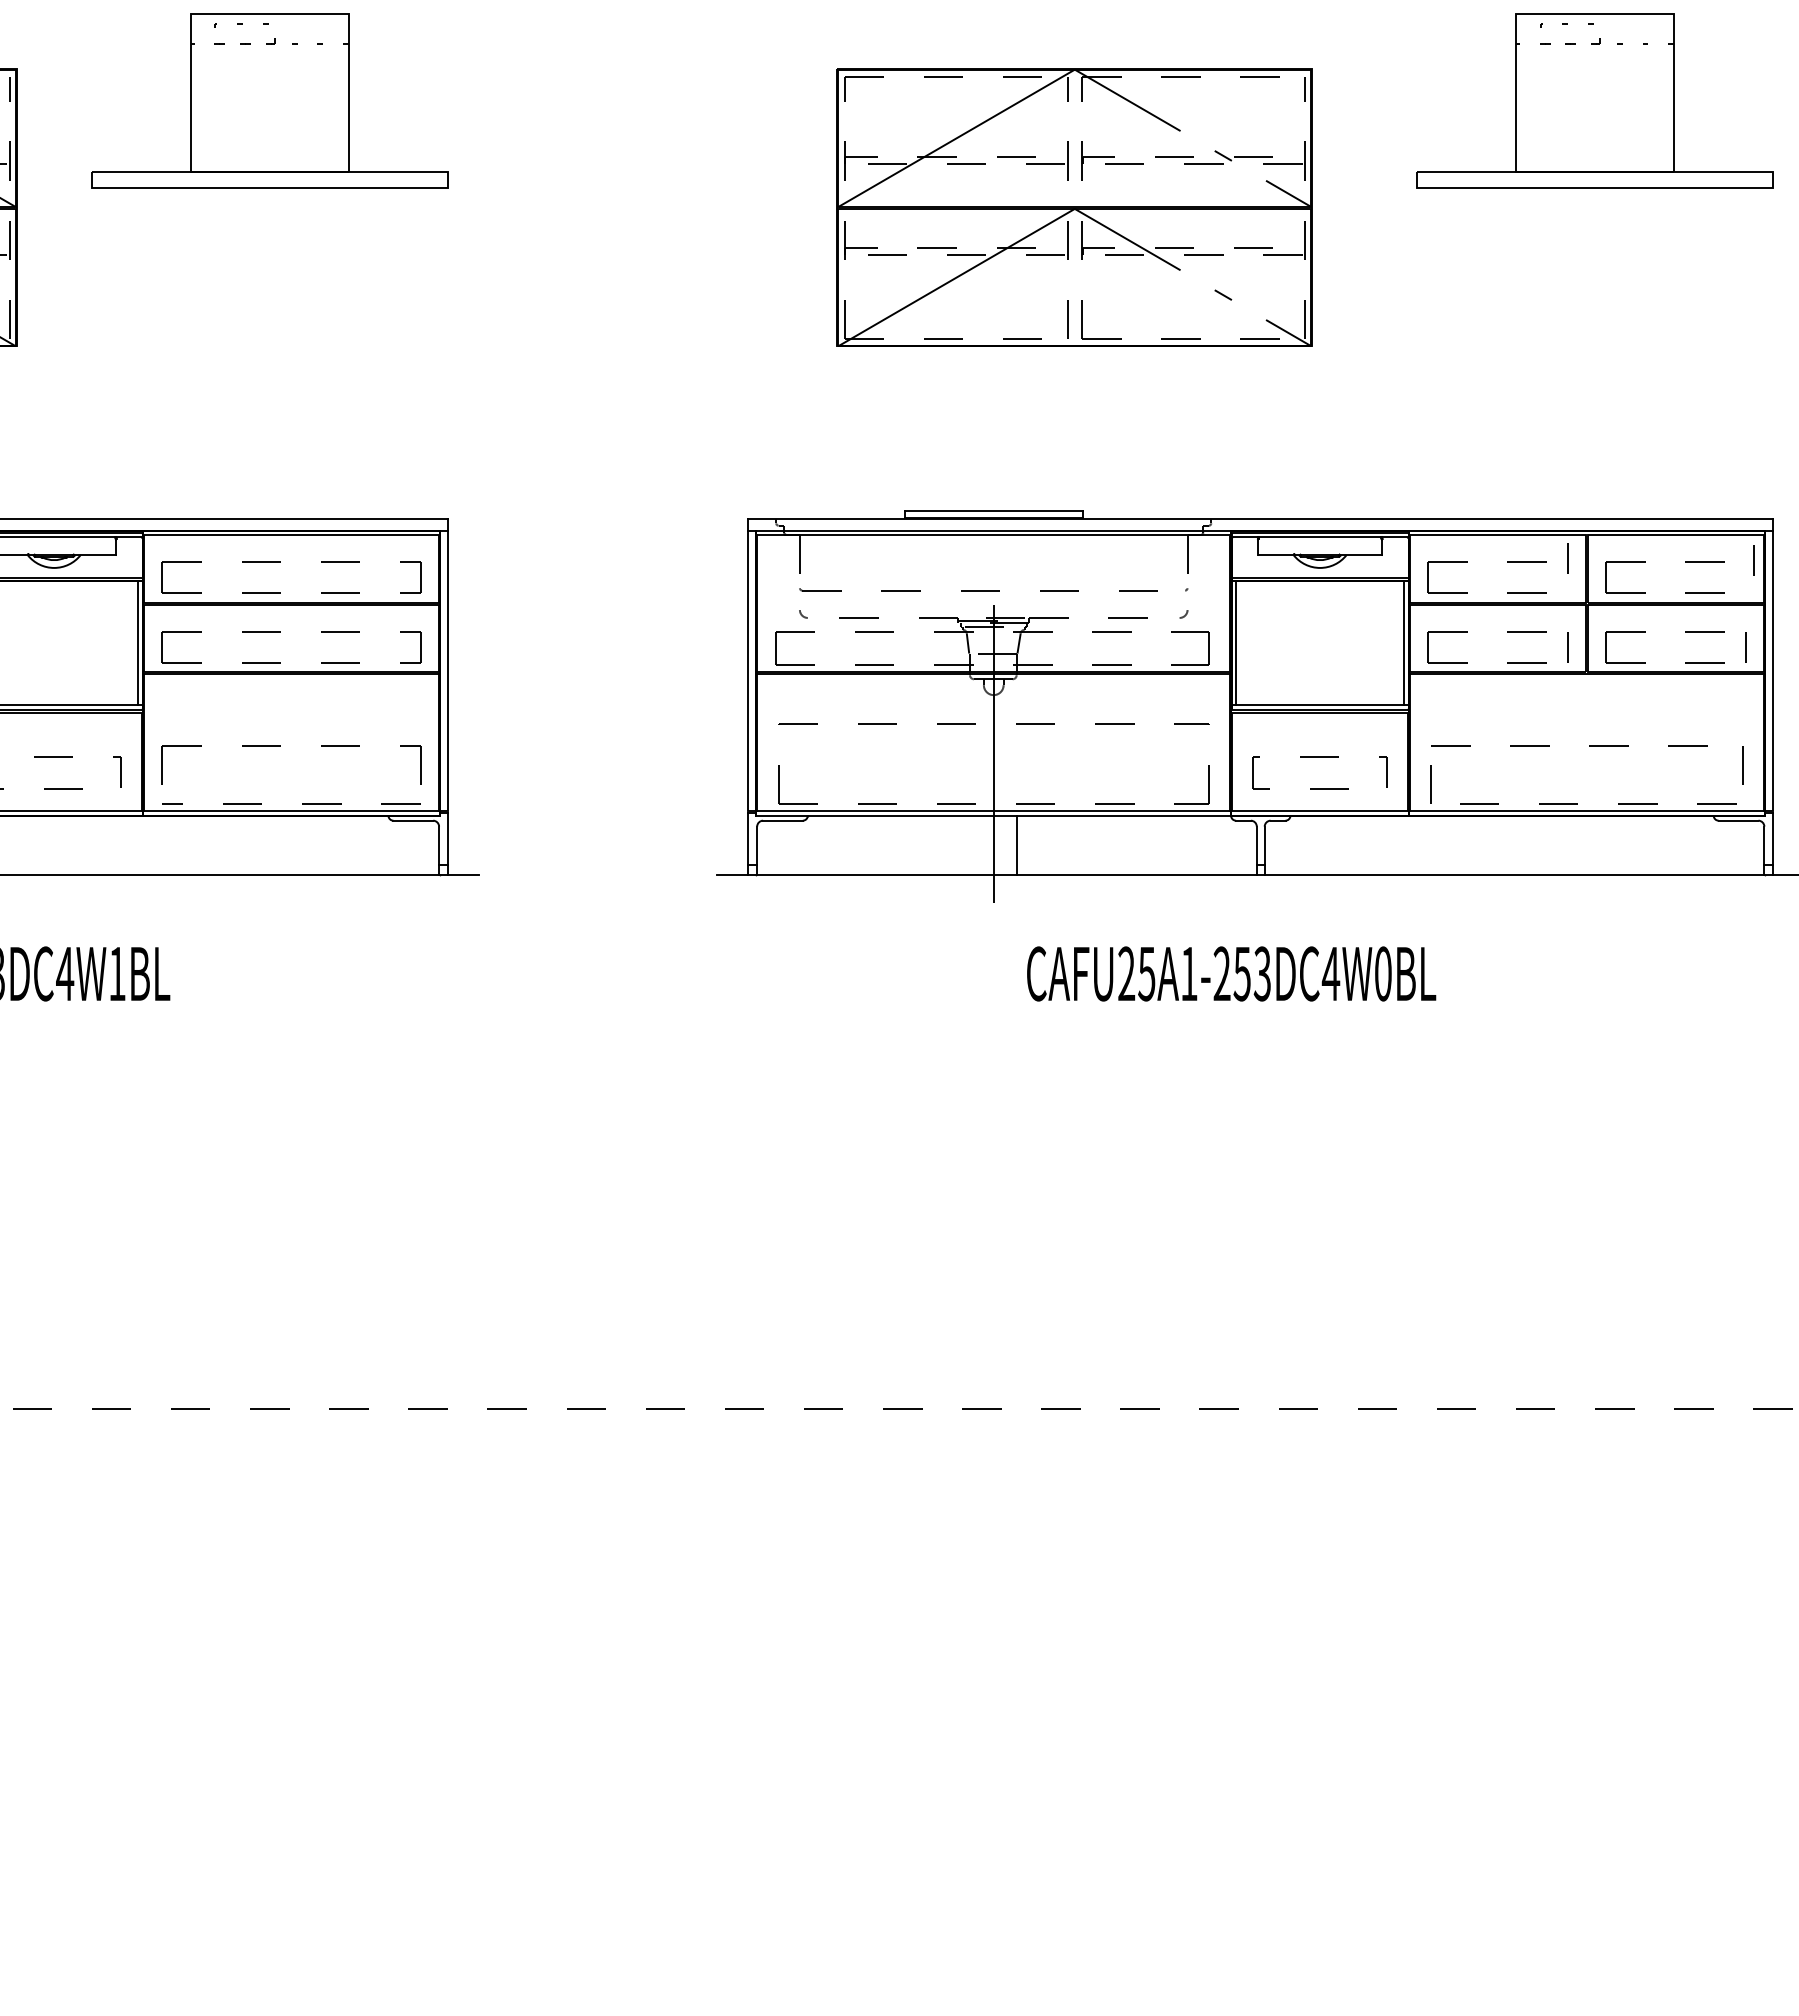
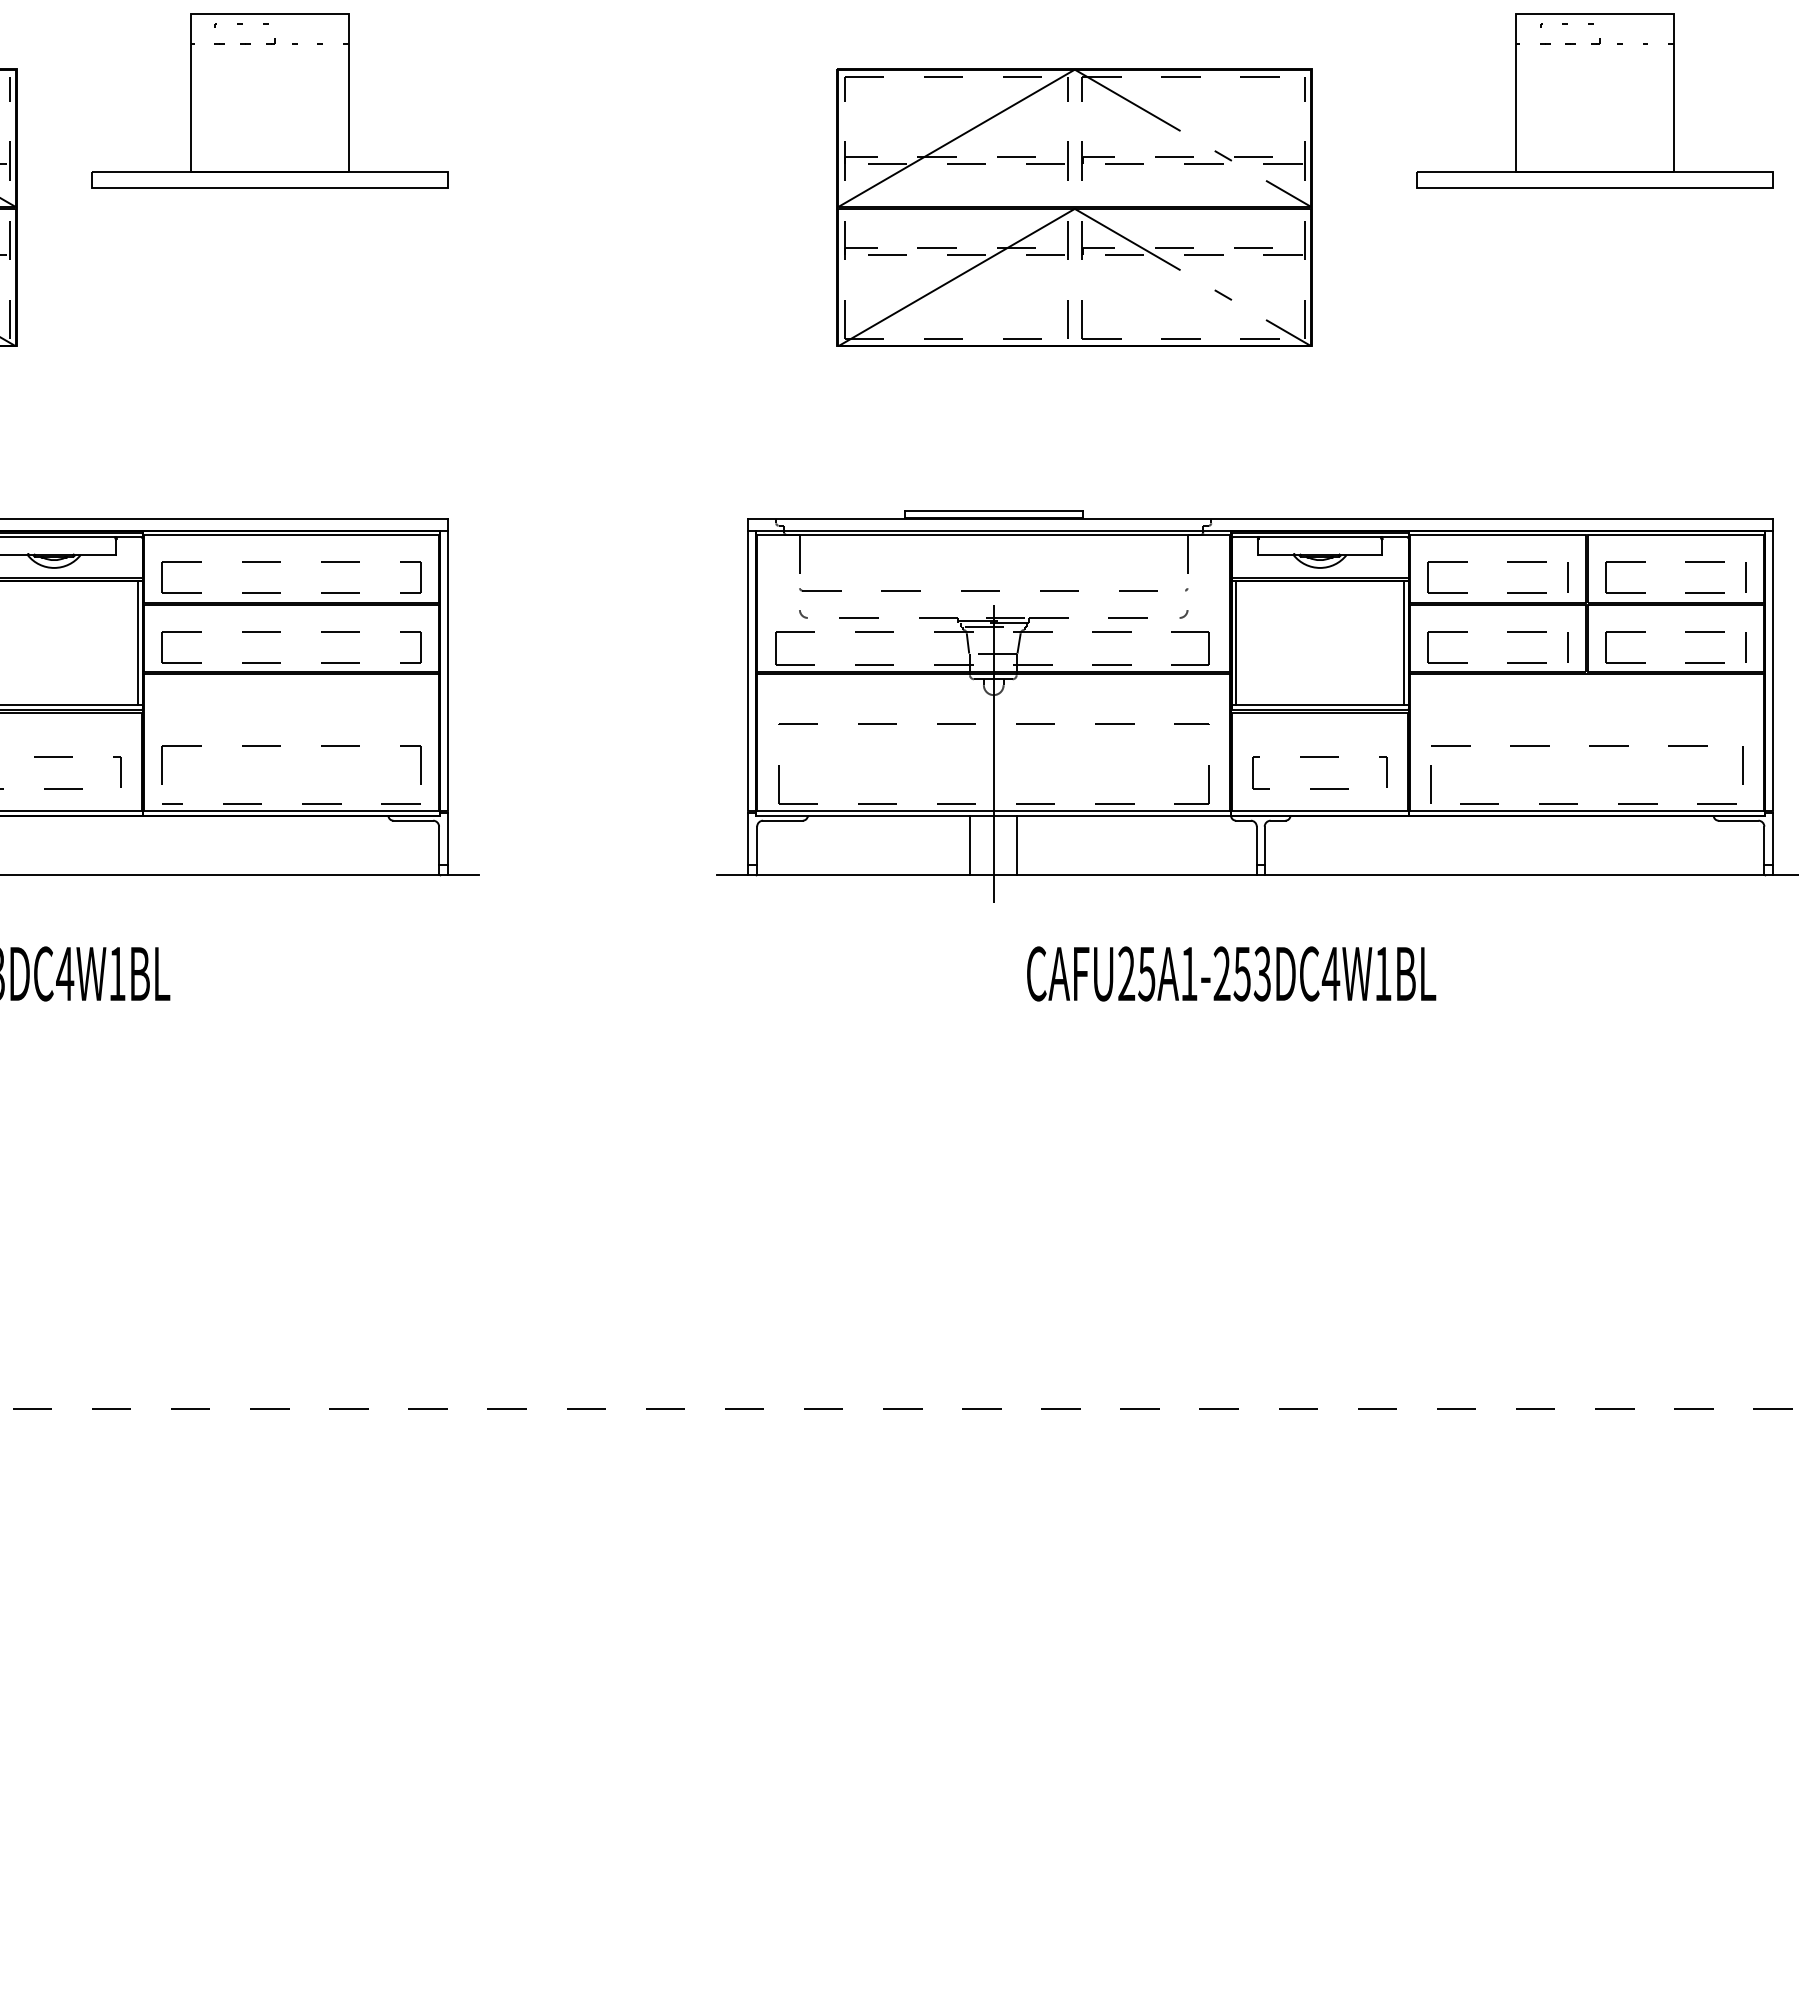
line at (1567, 558) position: (1567, 558) -> (1567, 577)
line at (1753, 560) position: (1753, 560) -> (1745, 577)
line at (970, 845): none -> present
text at (1383, 973): CAFU25A1-253DC4W0BL -> CAFU25A1-253DC4W1BL
